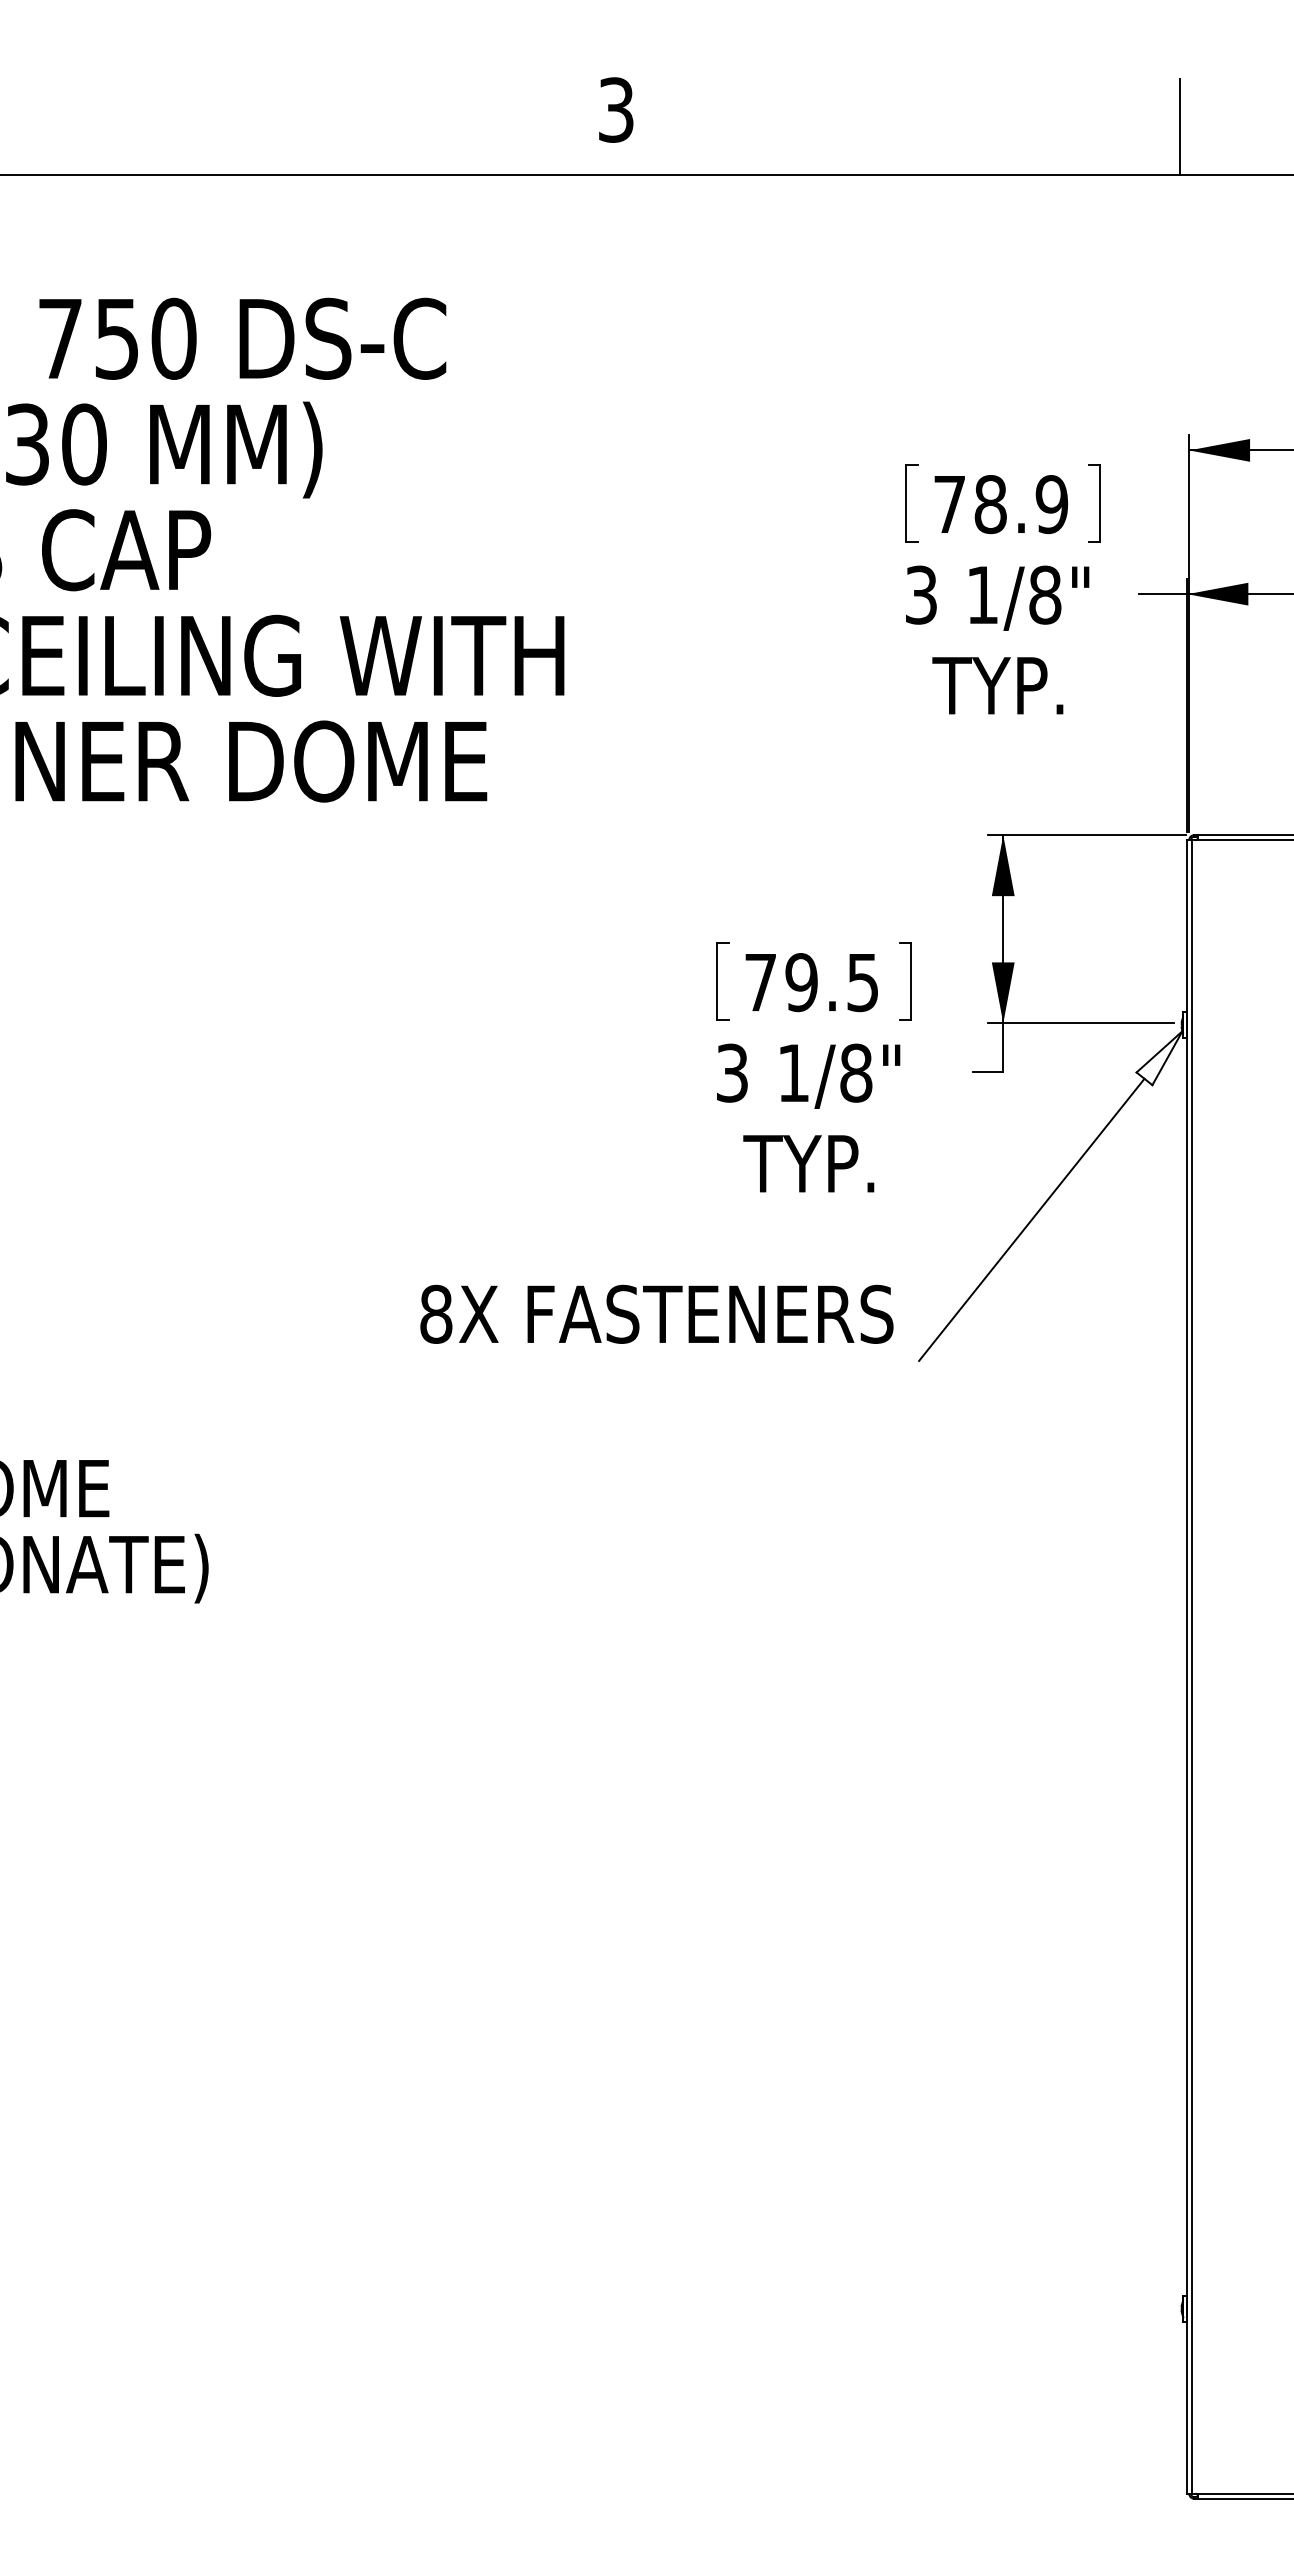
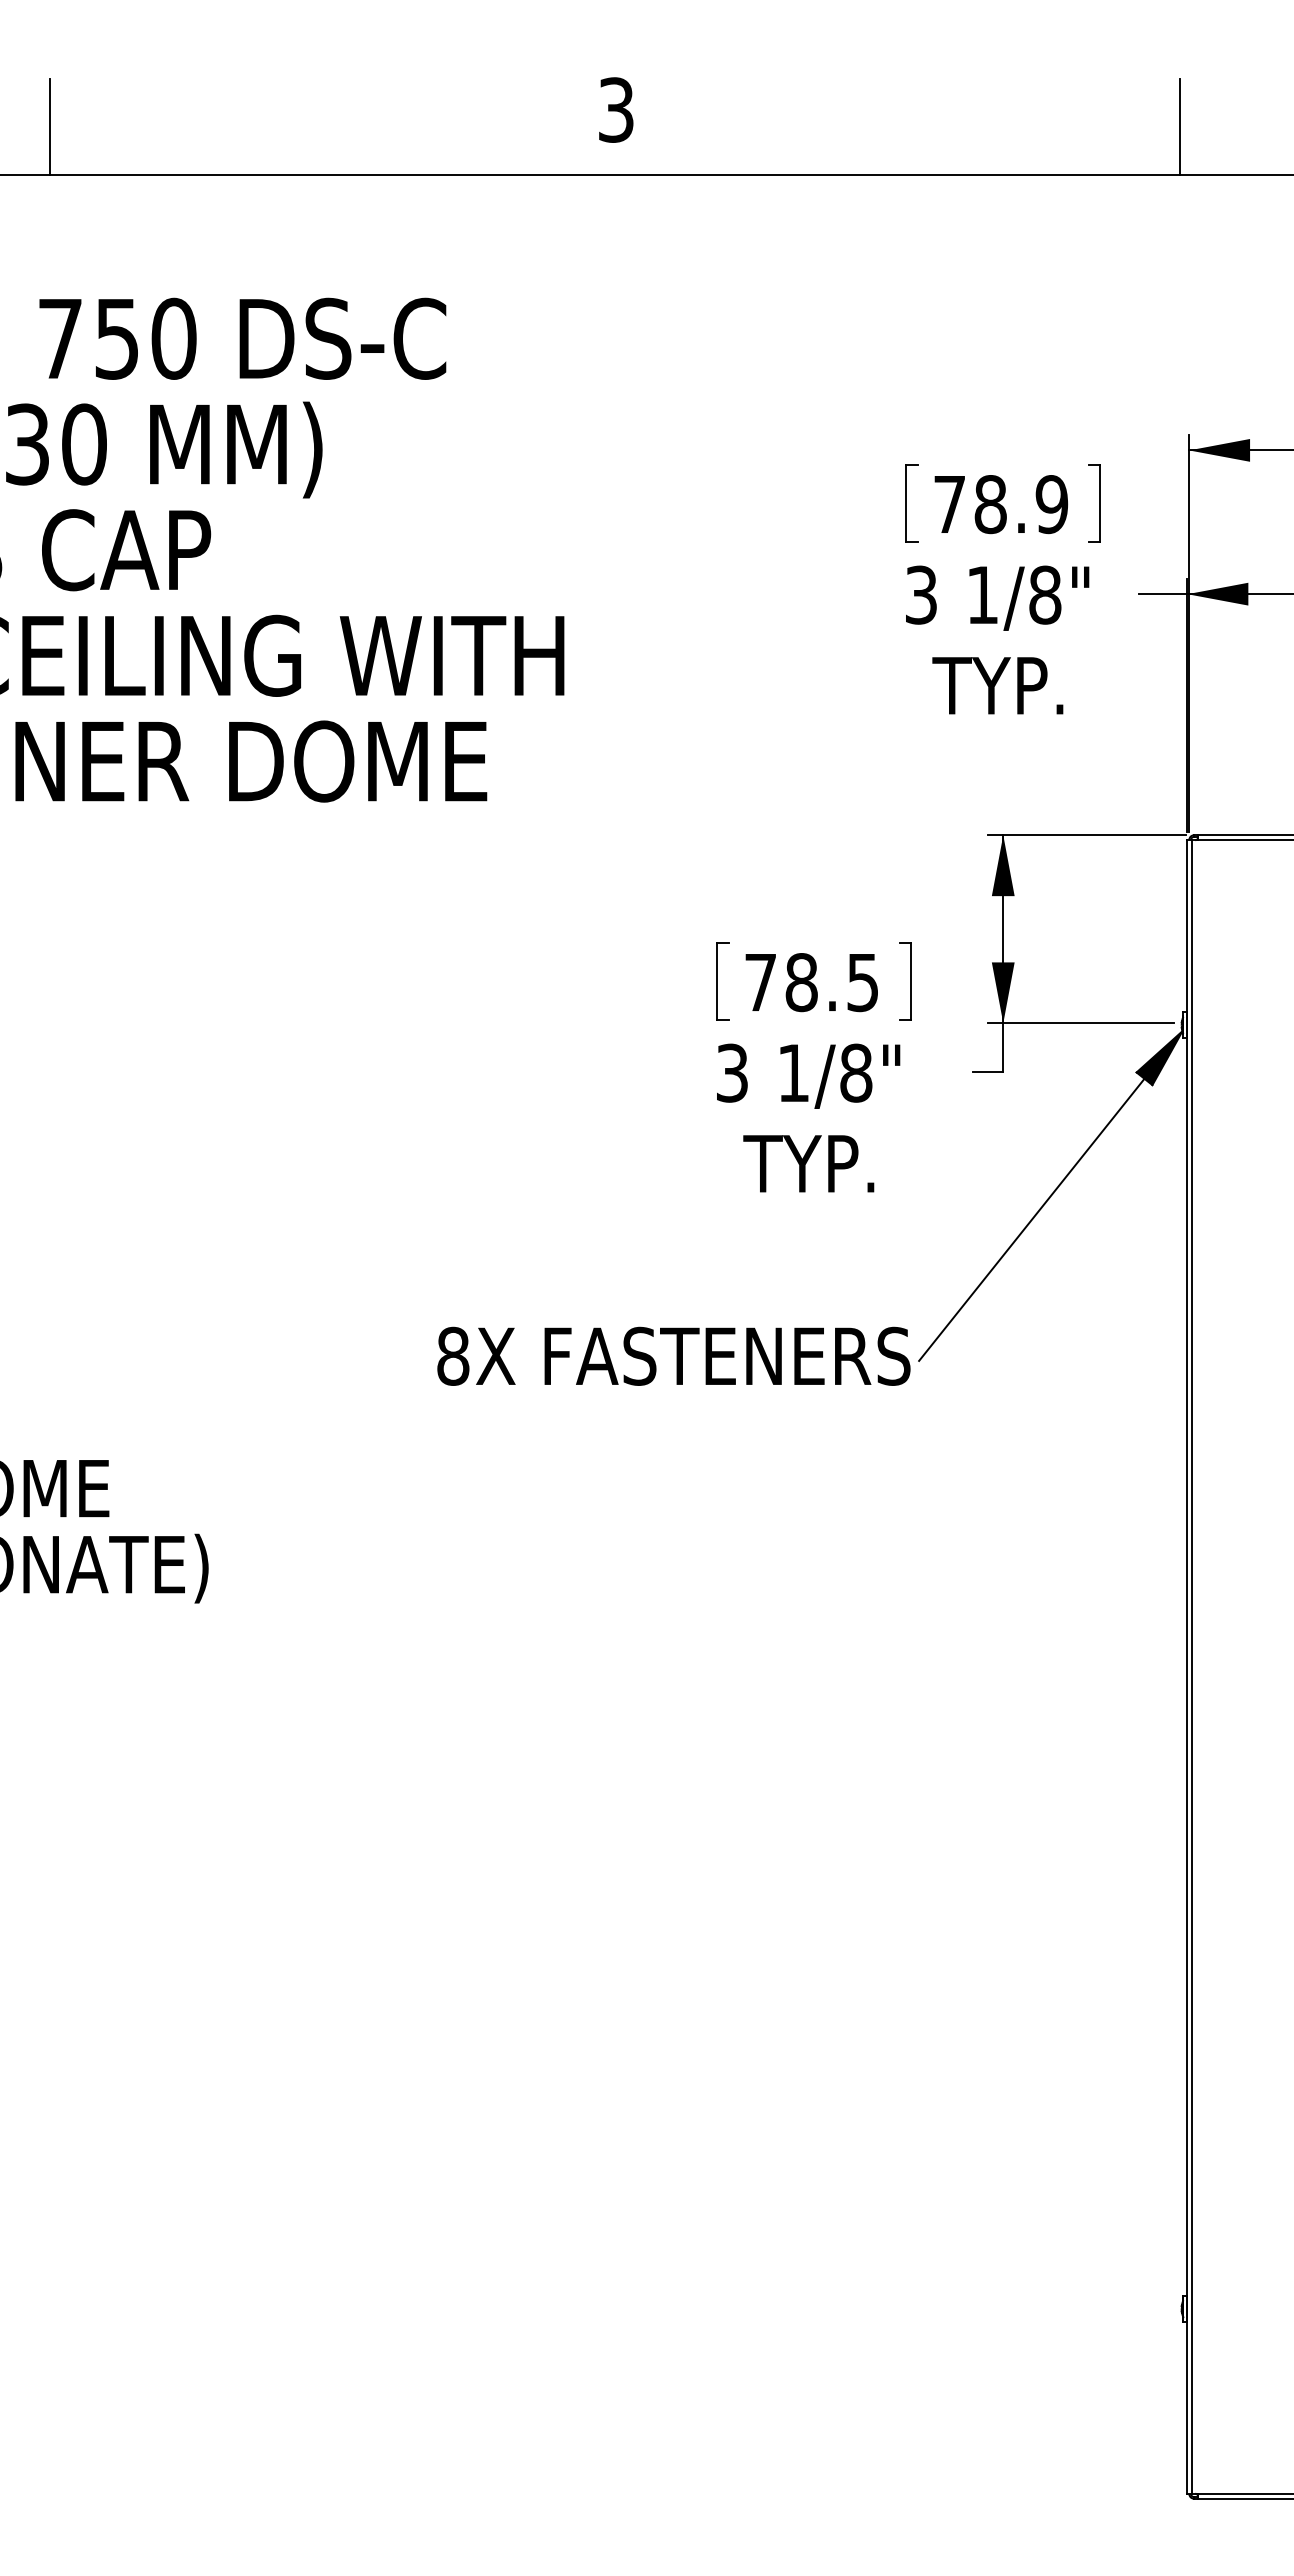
line at (49, 126): none -> present
text at (801, 982): 79.5 -> 78.5
fill at (1159, 1058): none -> present
text at (656, 1313) position: (656, 1313) -> (673, 1355)
